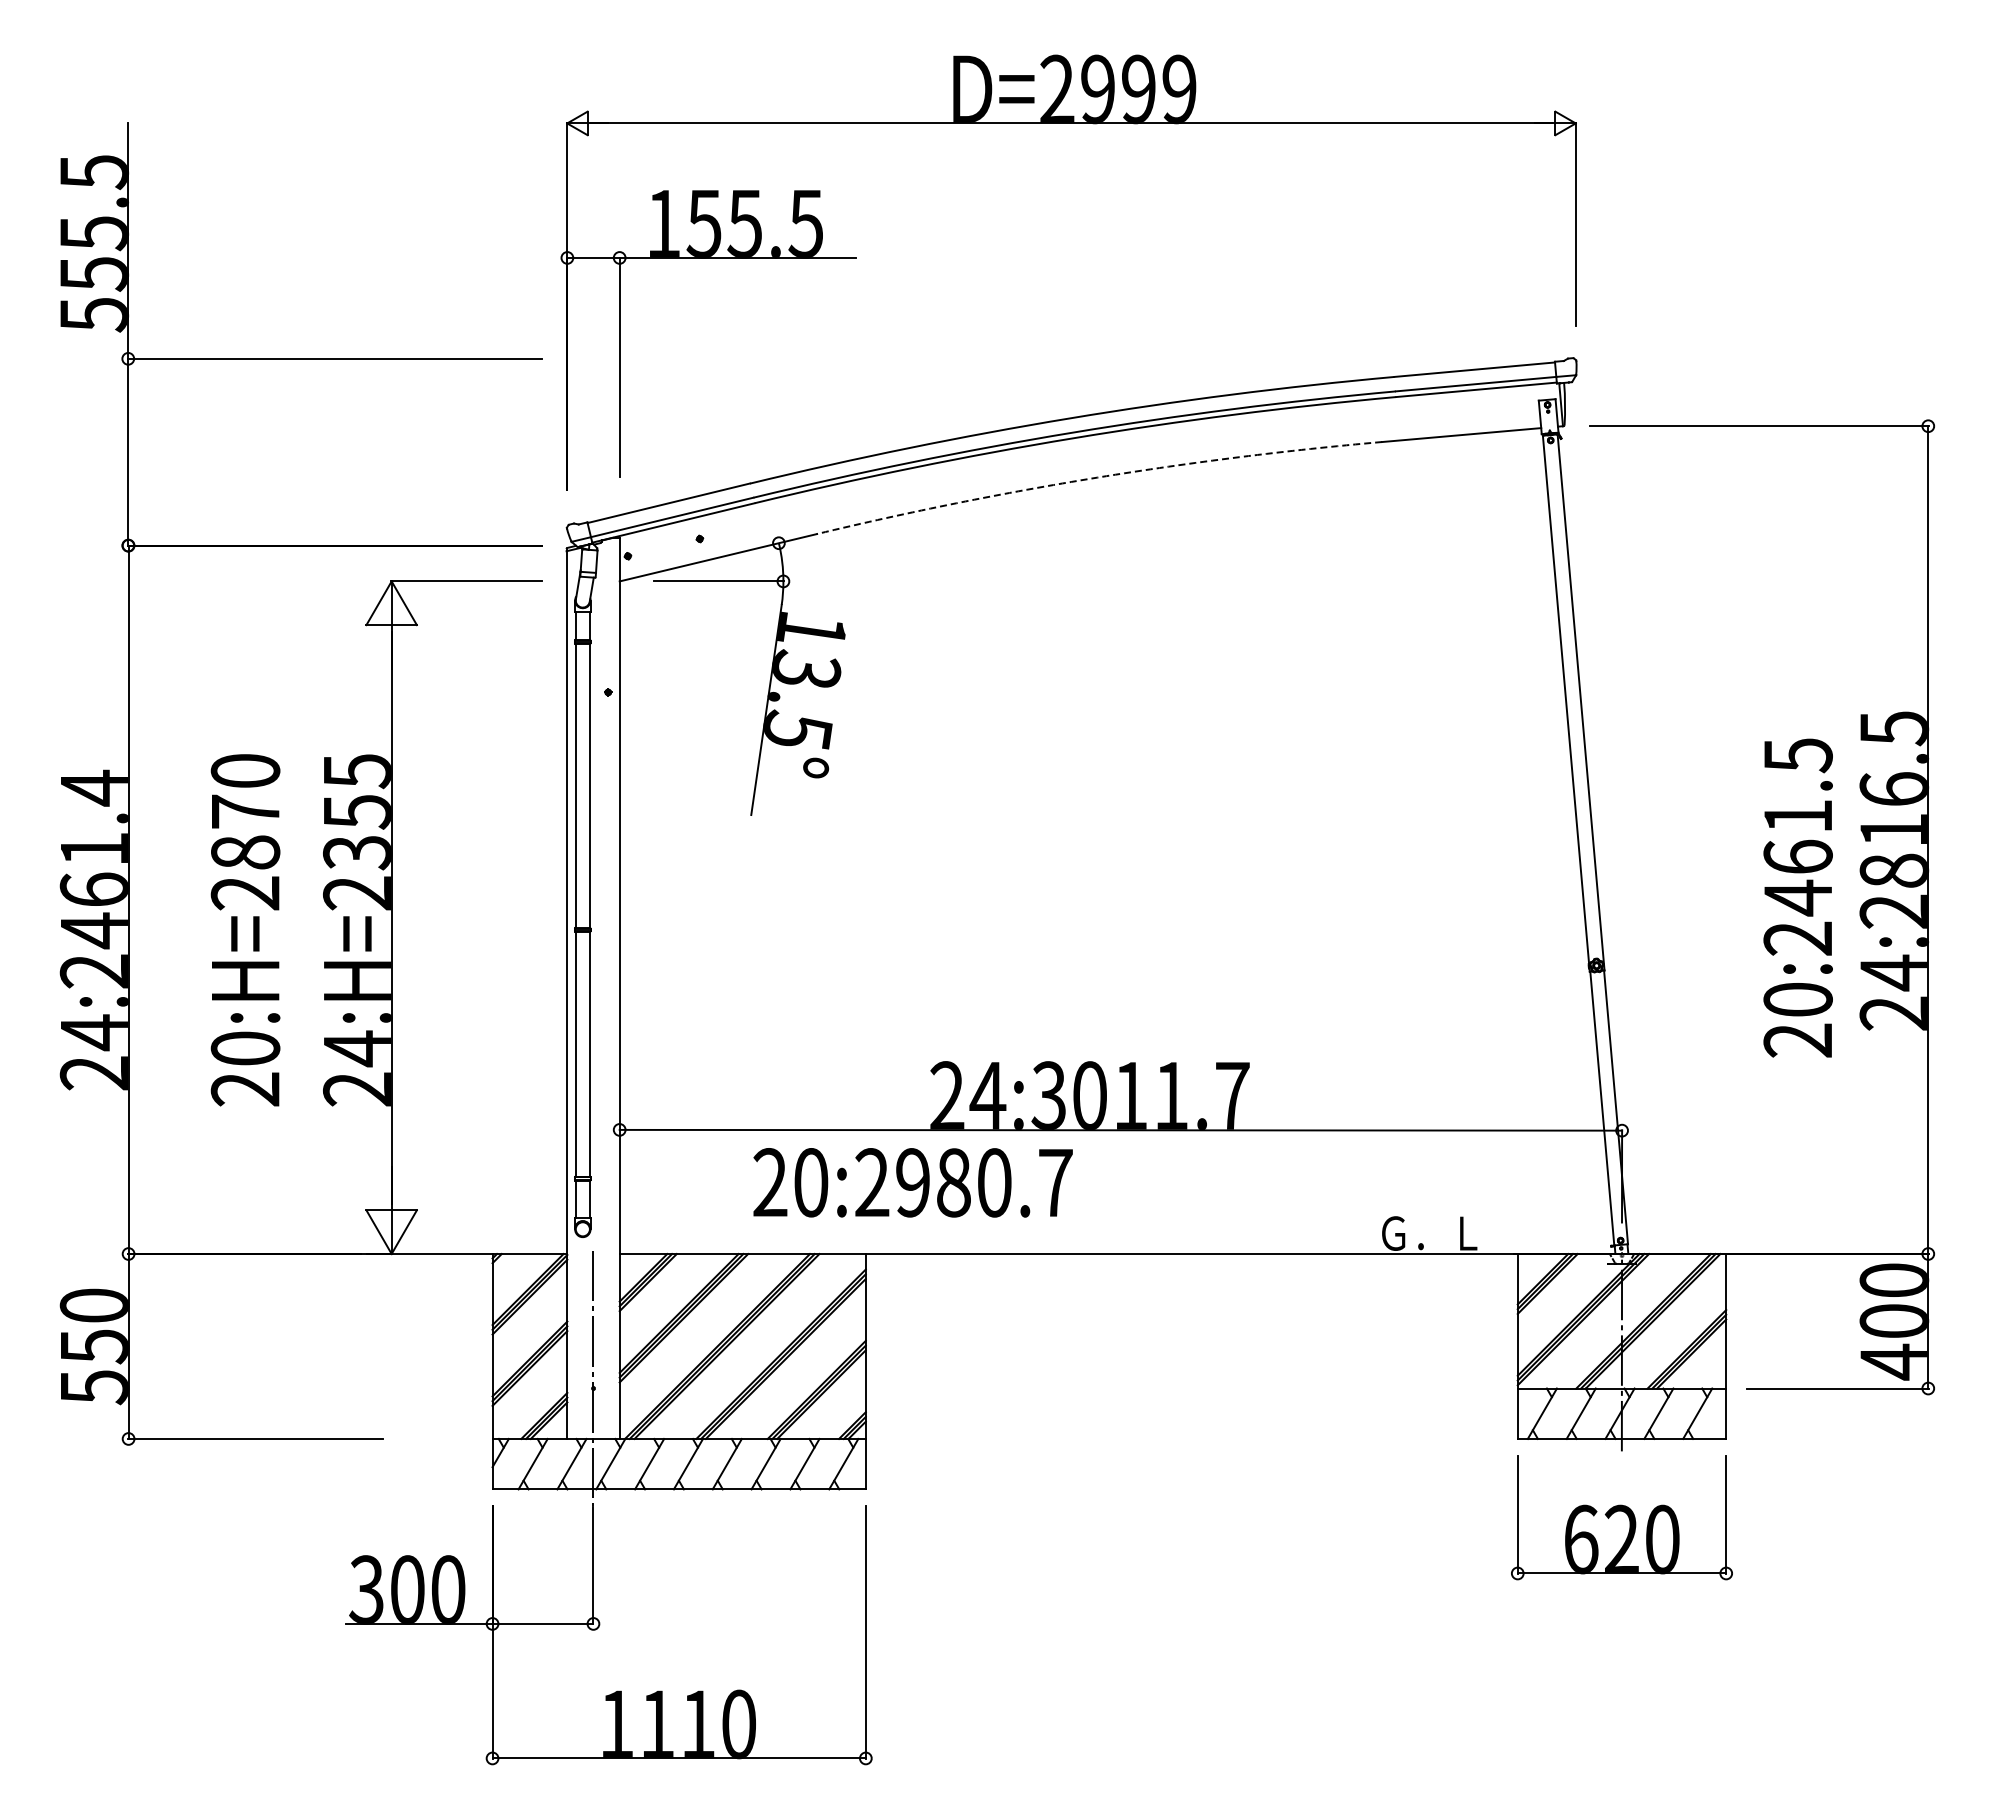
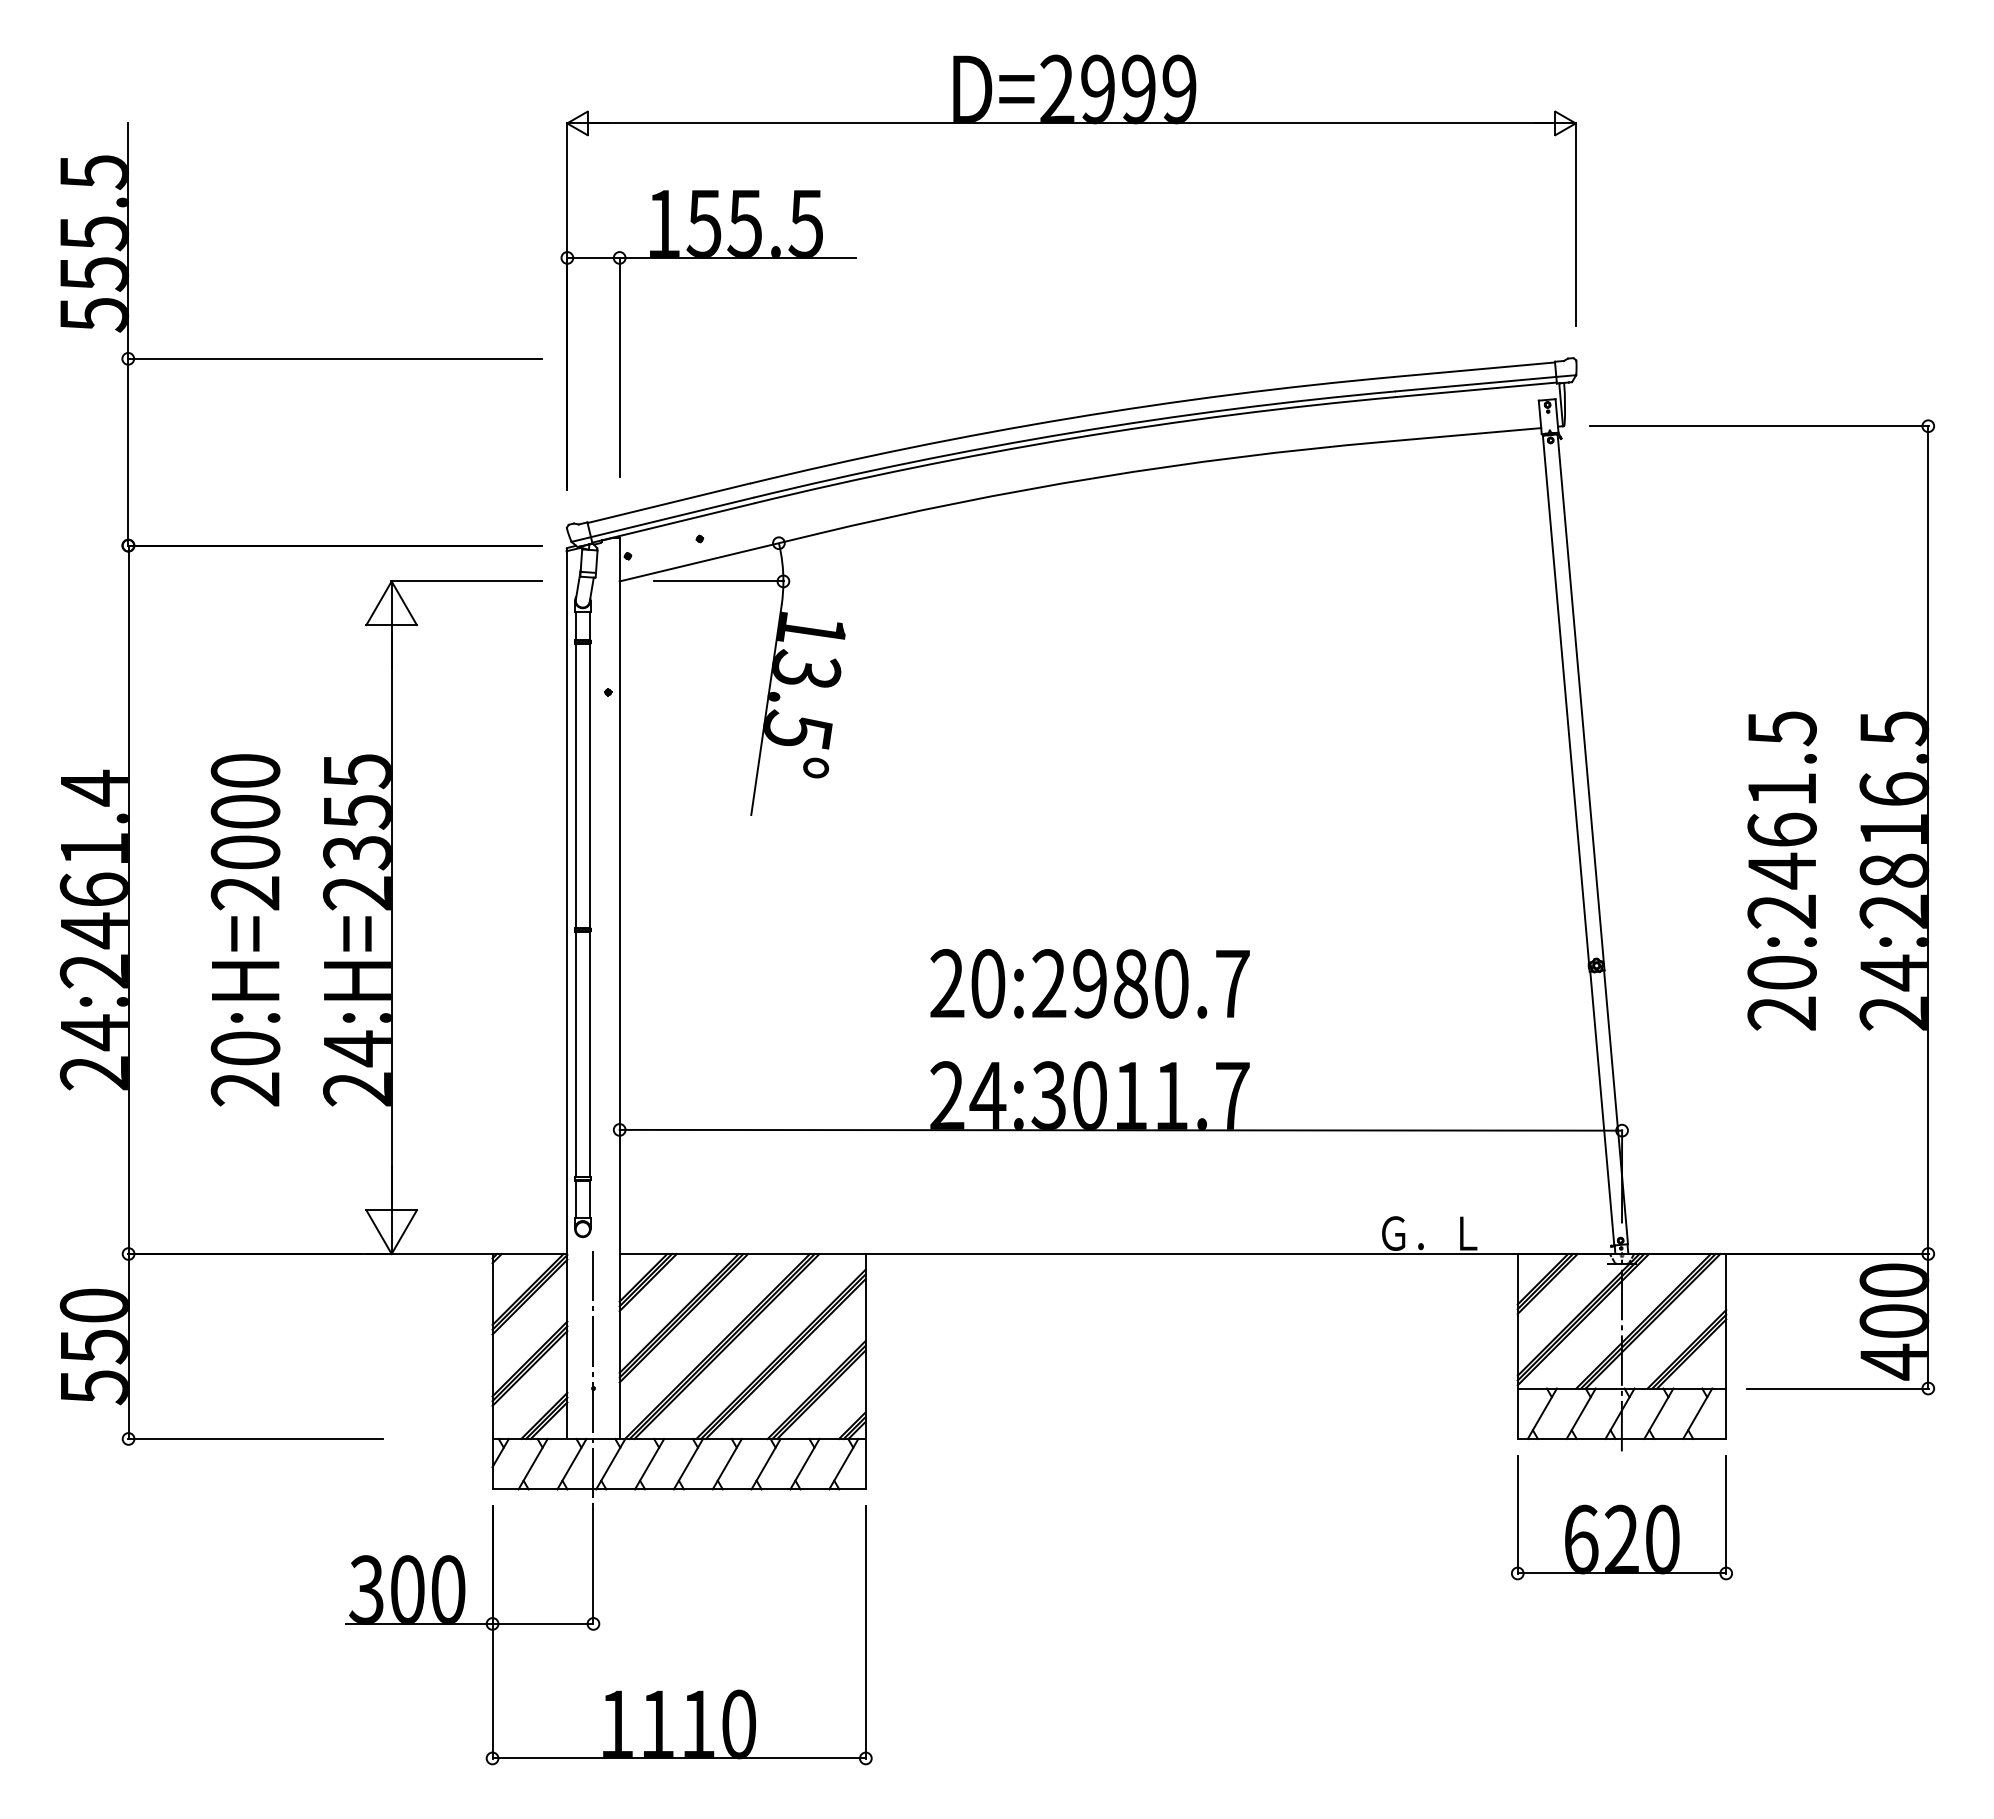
arc at (1097, 477): dashed -> solid
text at (245, 831): 20:H=2870 -> 20:H=2000
text at (1797, 897) position: (1797, 897) -> (1781, 870)
text at (912, 1182) position: (912, 1182) -> (1089, 983)
